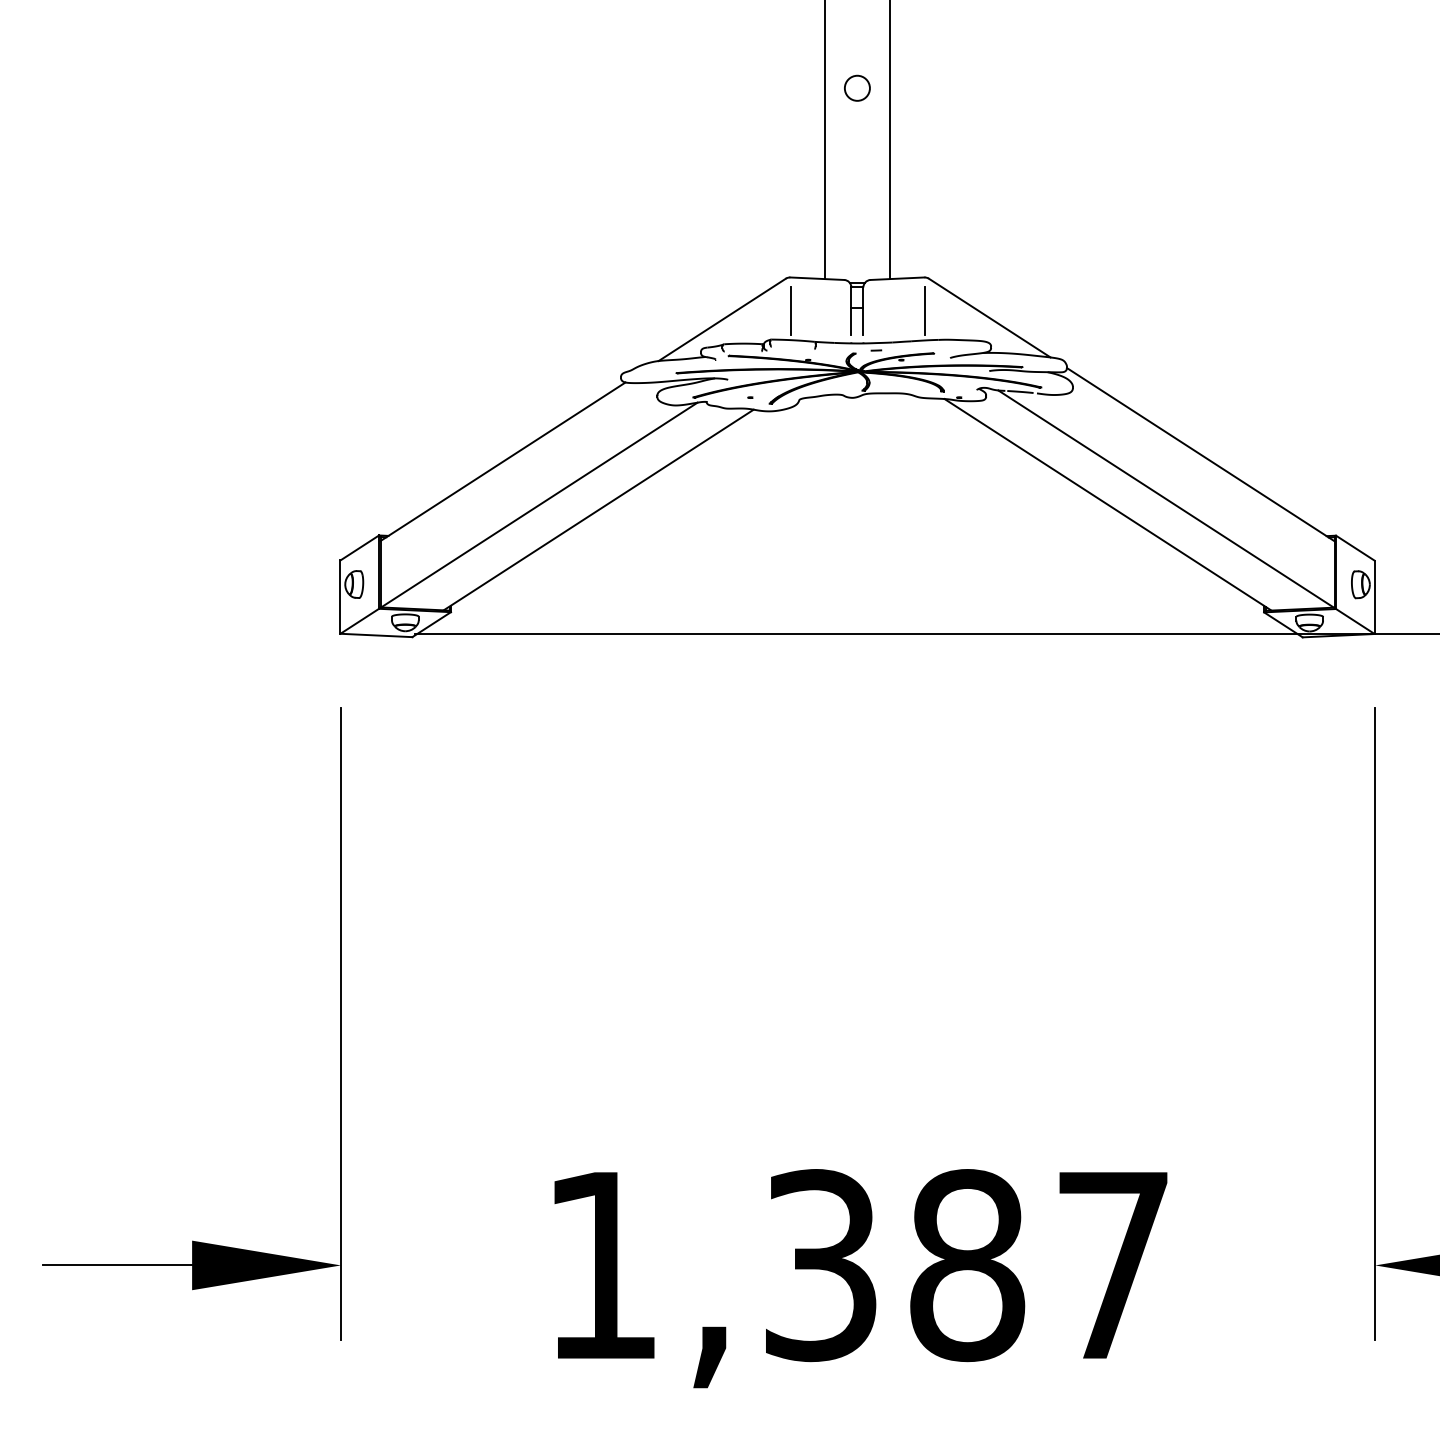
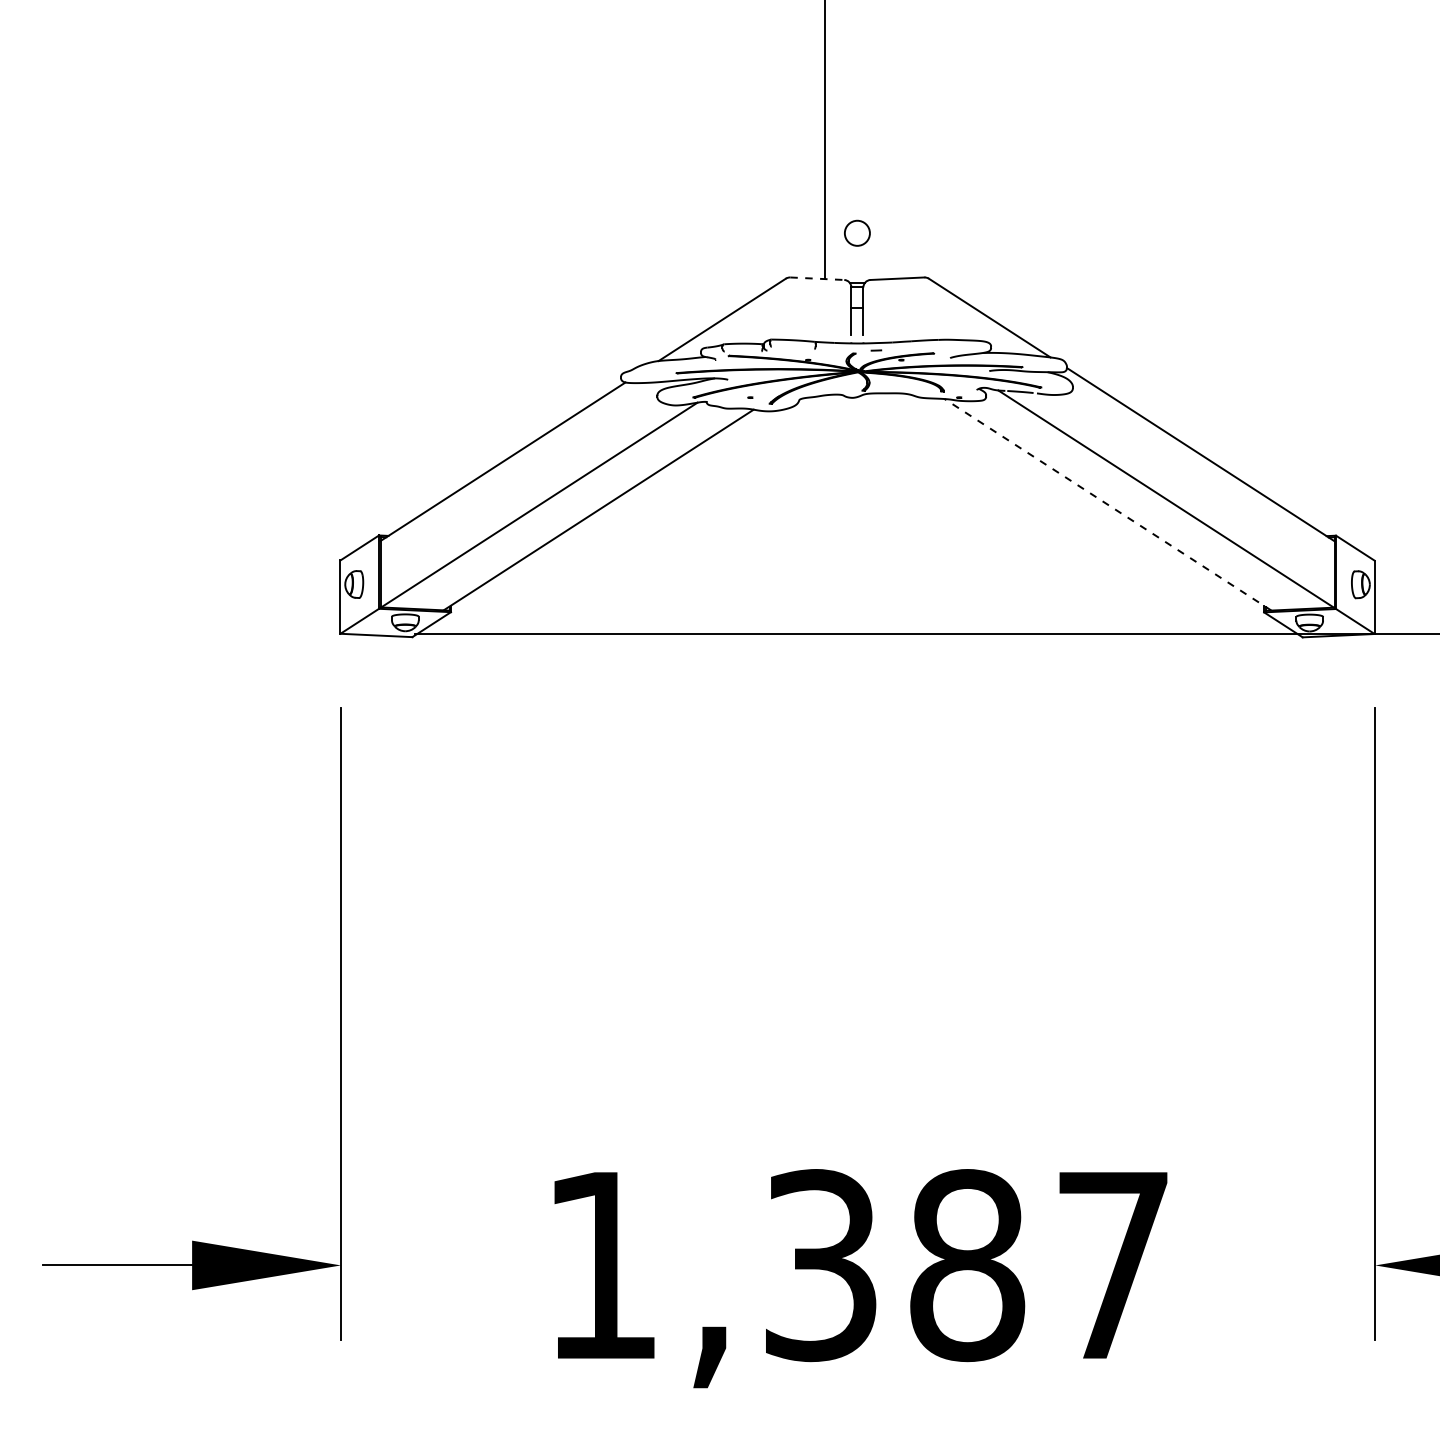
circle at (857, 87) position: (857, 87) -> (857, 232)
line at (890, 140): present -> none
line at (817, 278): solid -> dashed
line at (790, 311): present -> none
line at (924, 311): present -> none
line at (1108, 504): solid -> dashed
